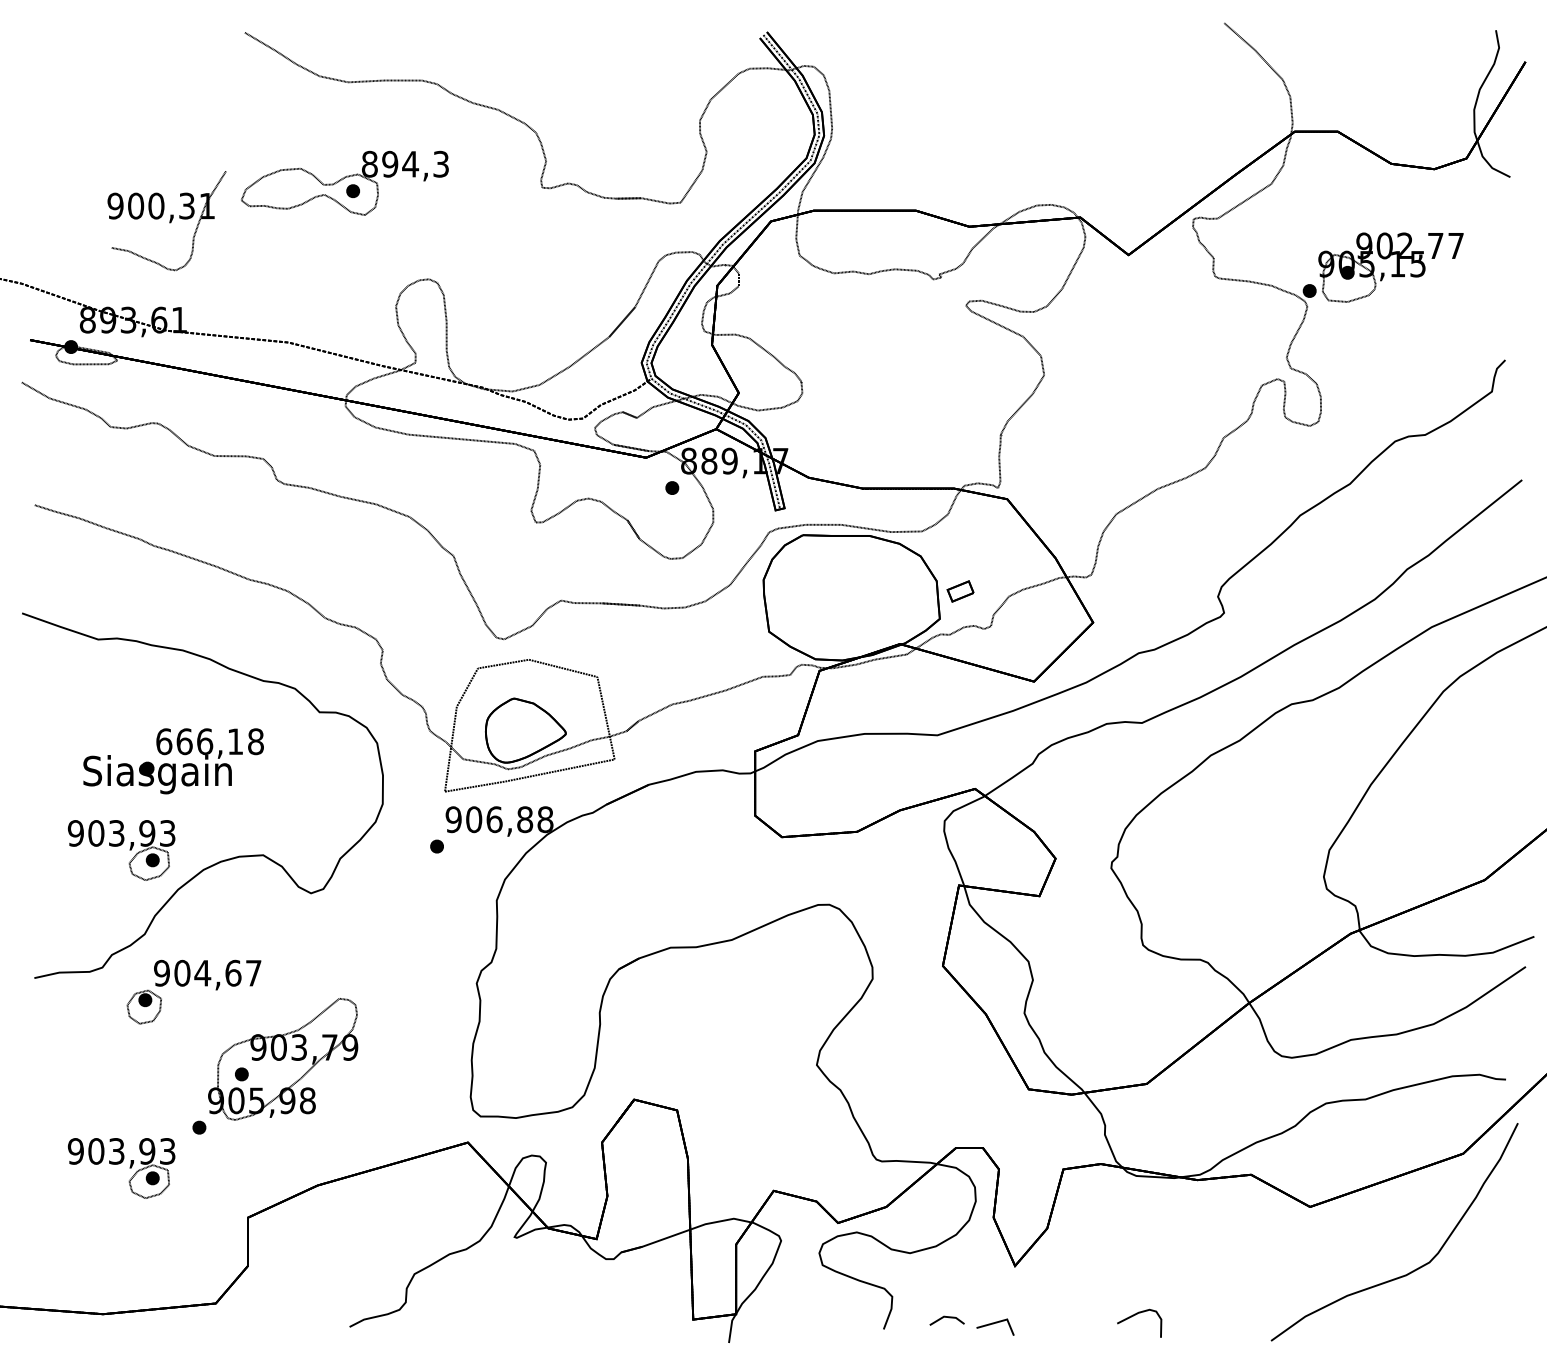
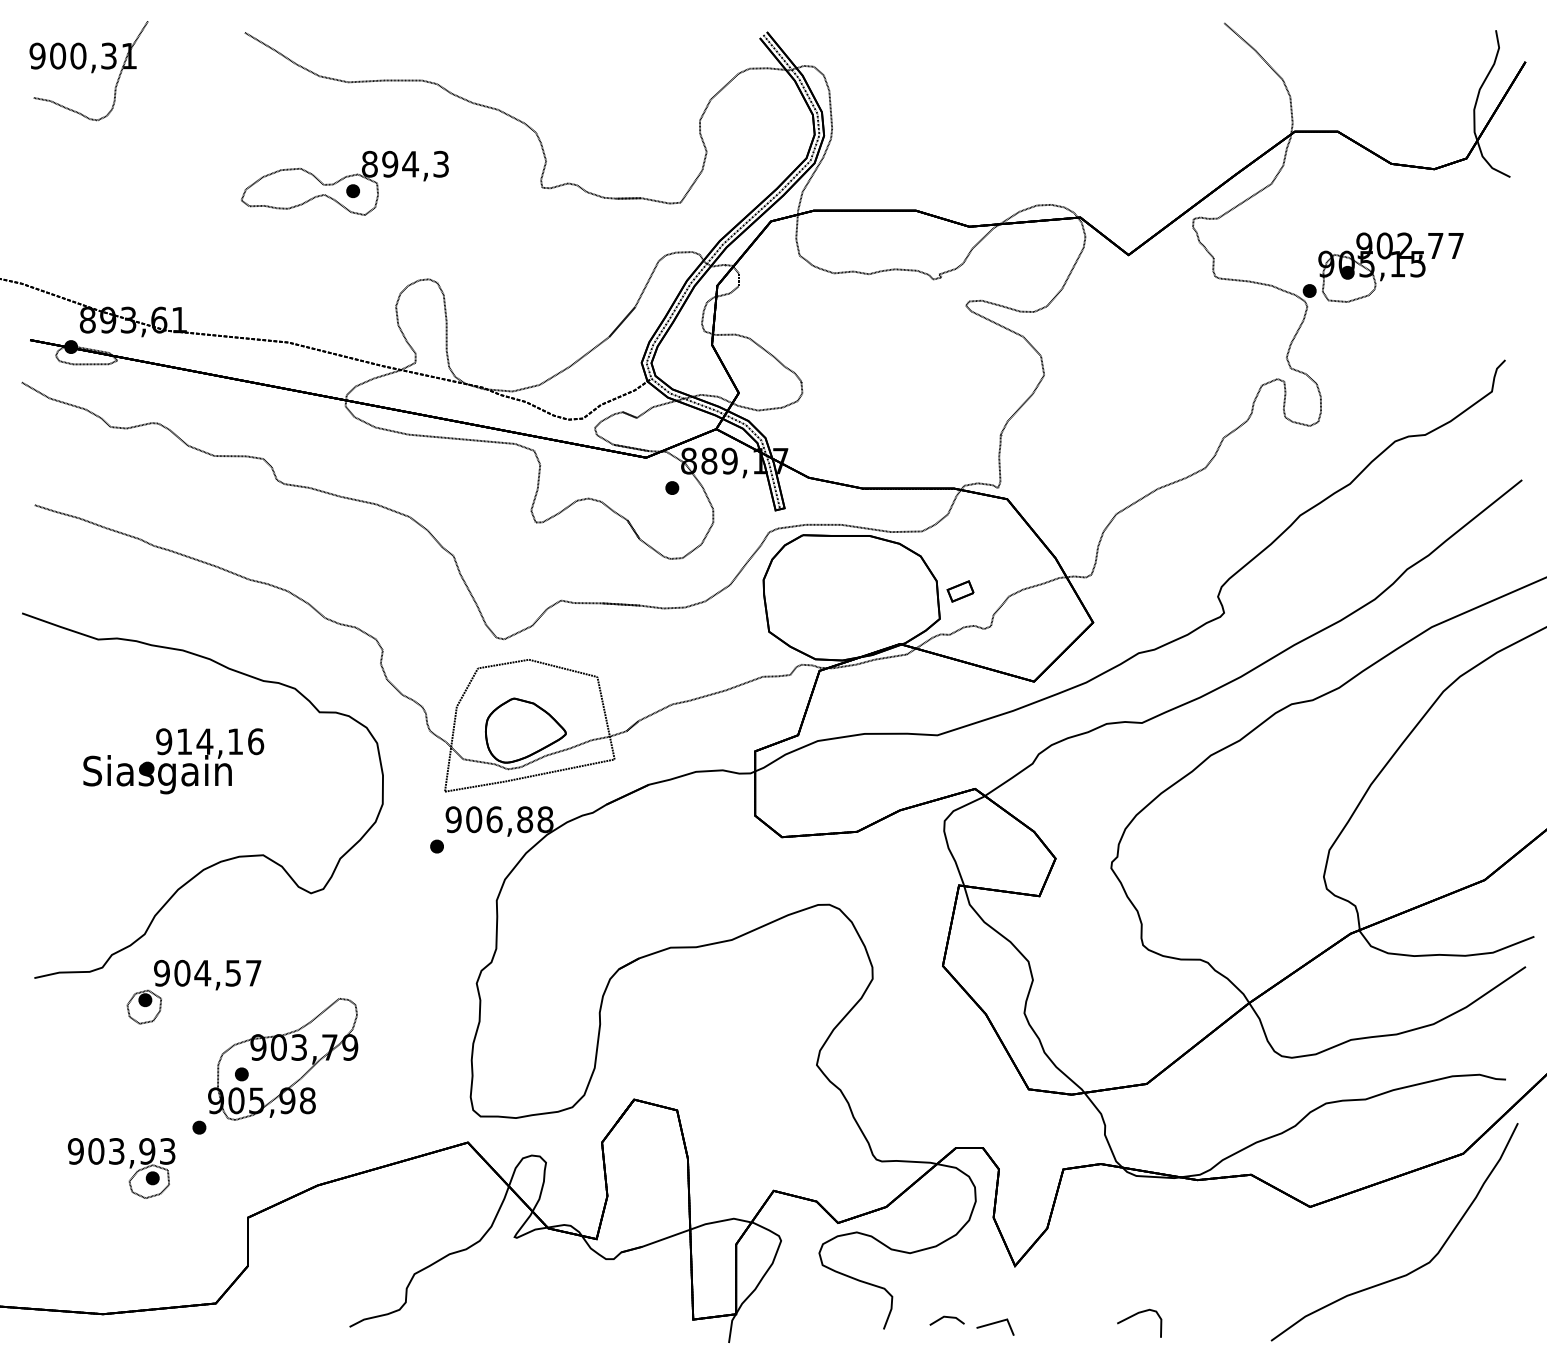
part at (166, 221) position: (166, 221) -> (88, 71)
text at (210, 741): 666,18 -> 914,16
part at (121, 850): present -> none
text at (233, 972): 904,67 -> 904,57
